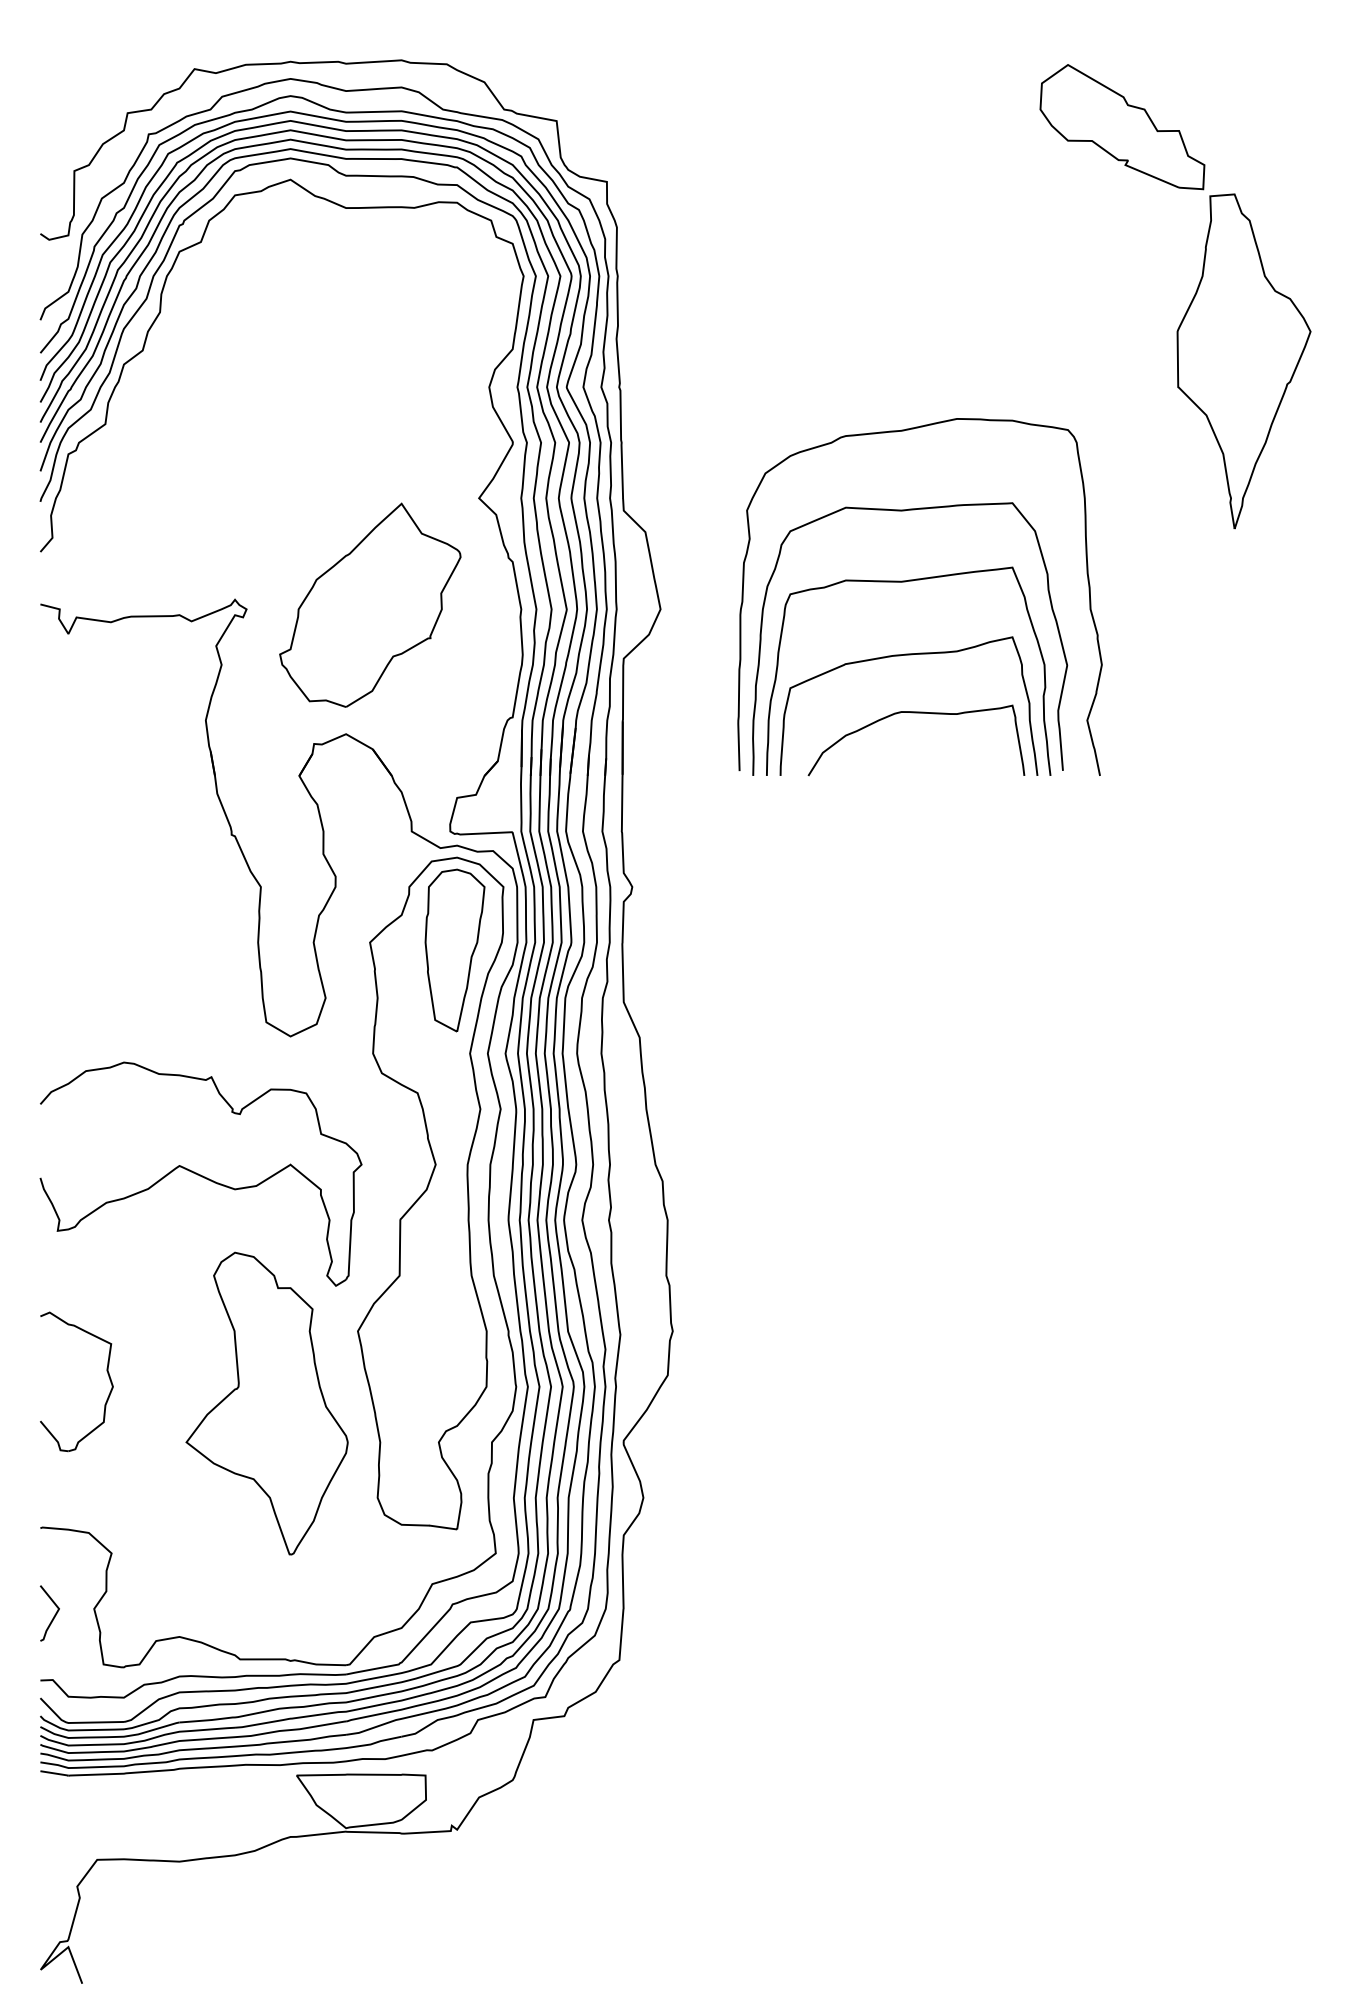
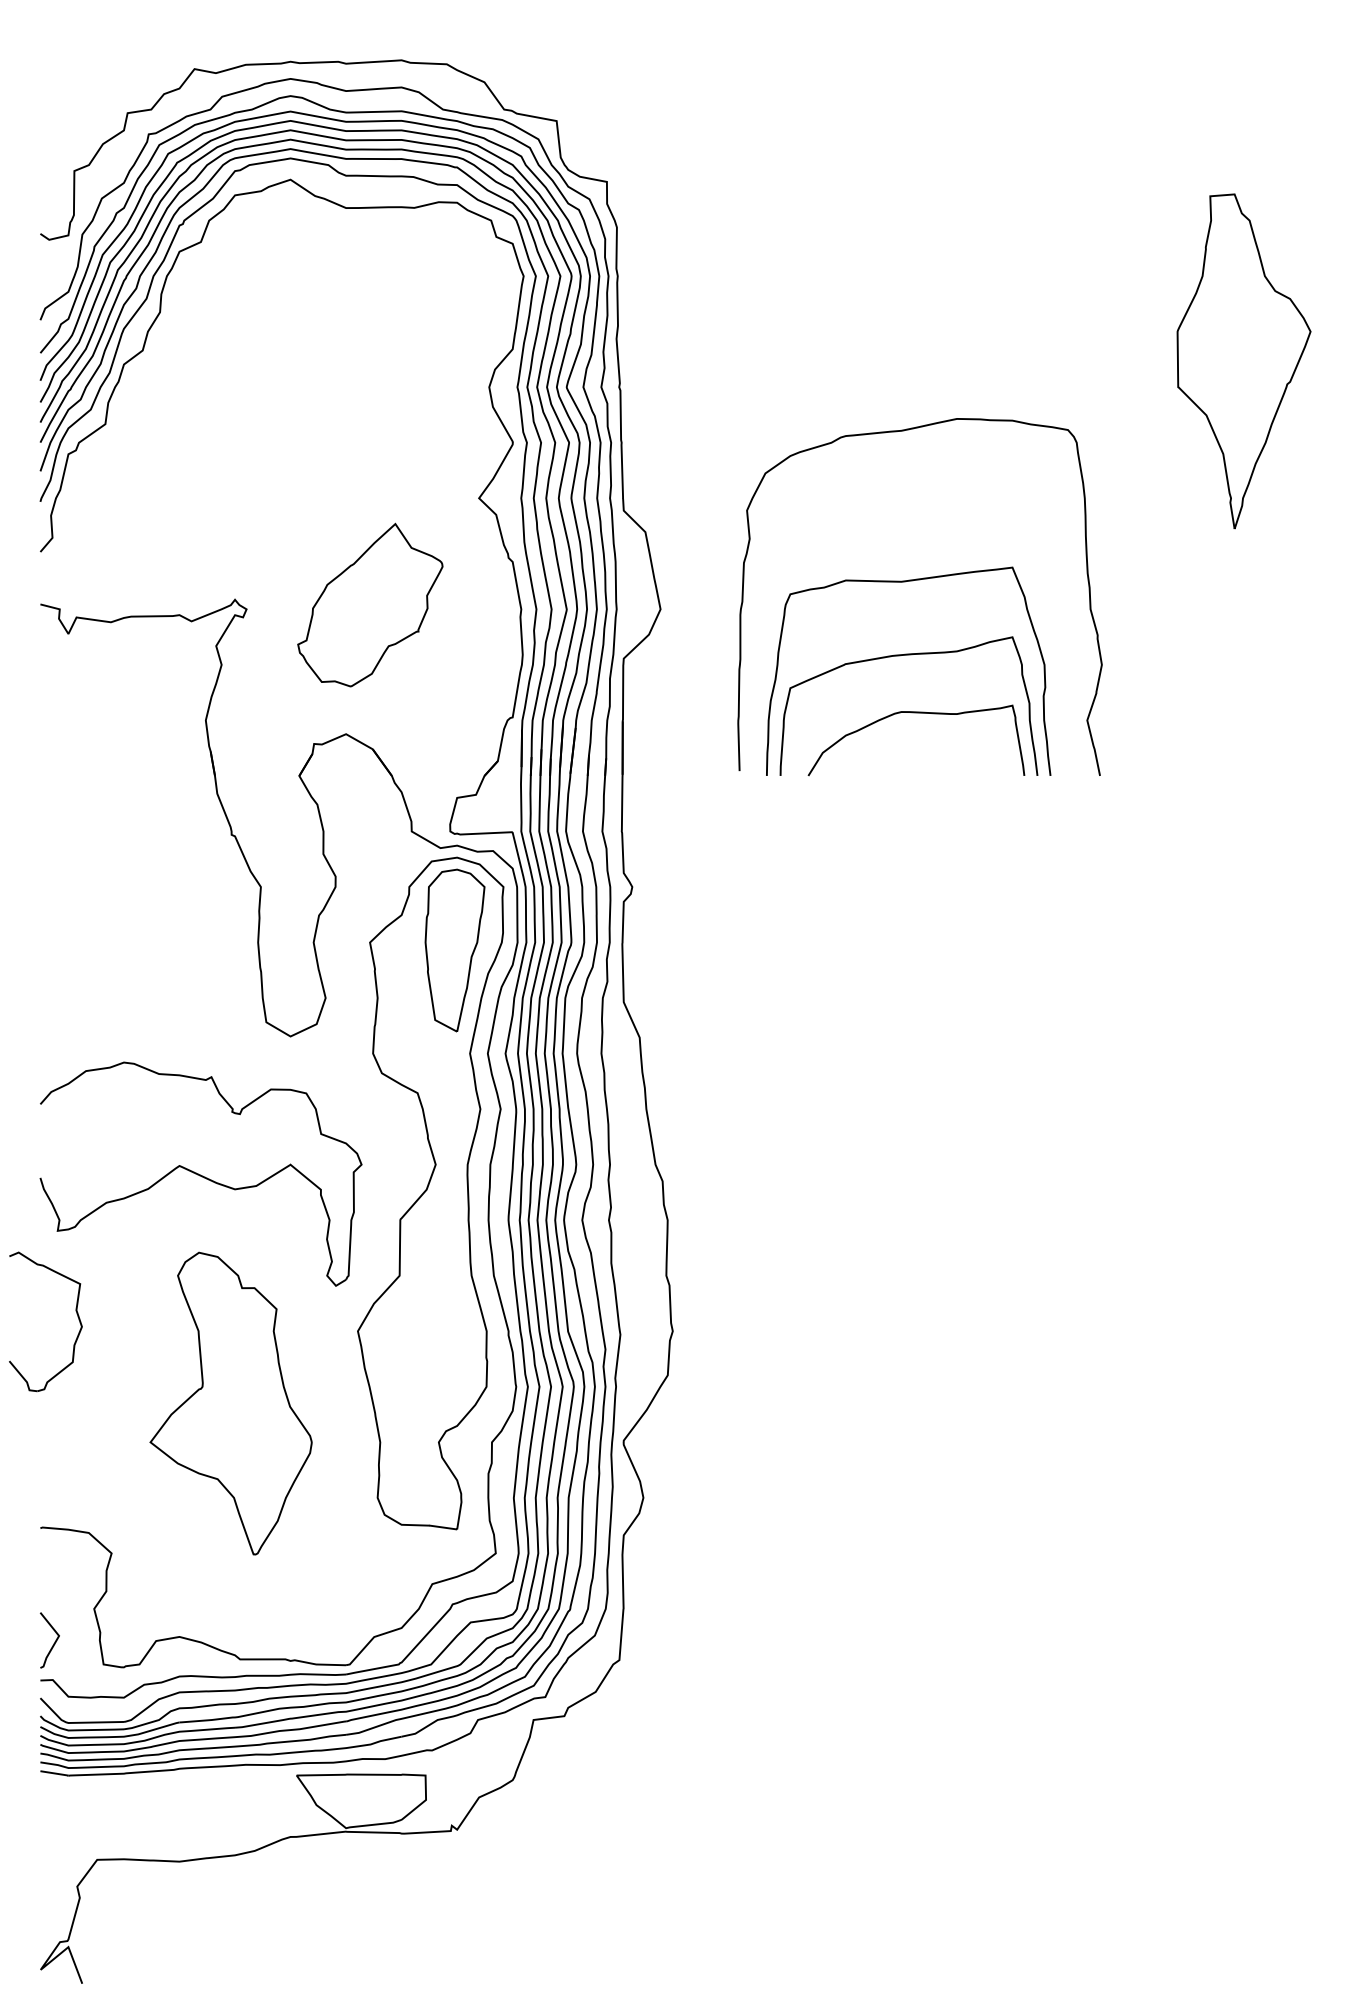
part at (1122, 127): present -> none
curve at (905, 511): present -> none
part at (370, 604) size: 183x206 px -> 147x166 px
part at (106, 1371) position: (106, 1371) -> (75, 1311)
part at (266, 1403) position: (266, 1403) -> (230, 1403)
line at (53, 1616) position: (53, 1616) -> (53, 1643)
